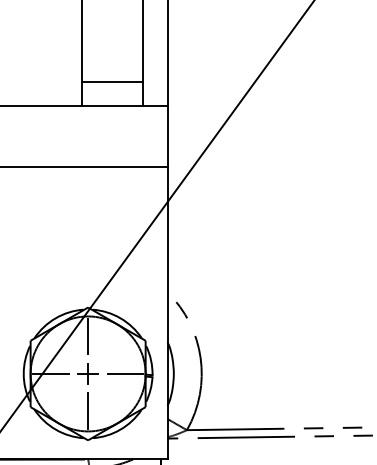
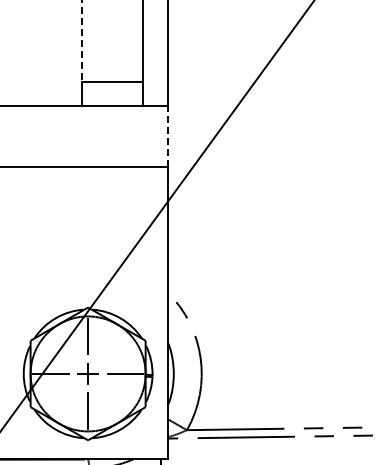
line at (82, 41): solid -> dashed
line at (167, 136): solid -> dashed
